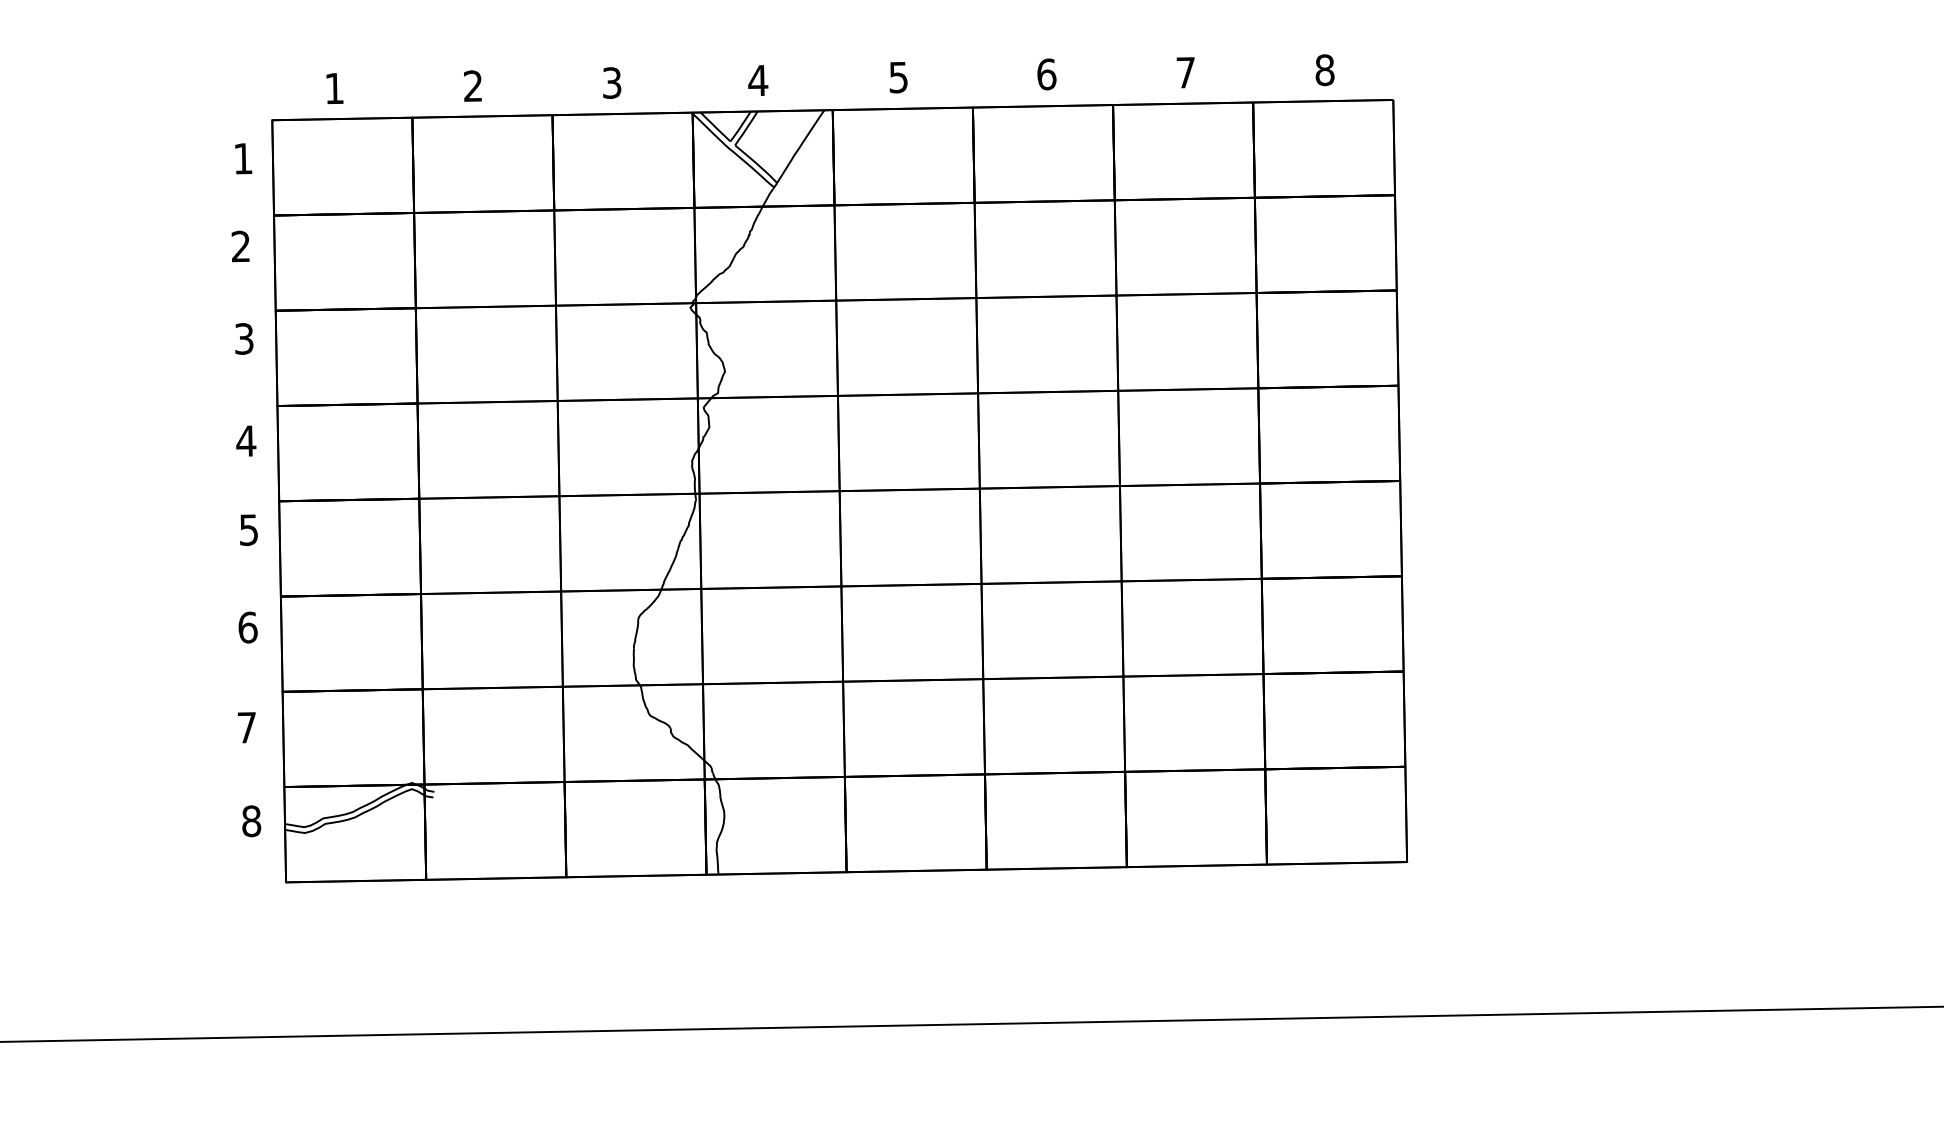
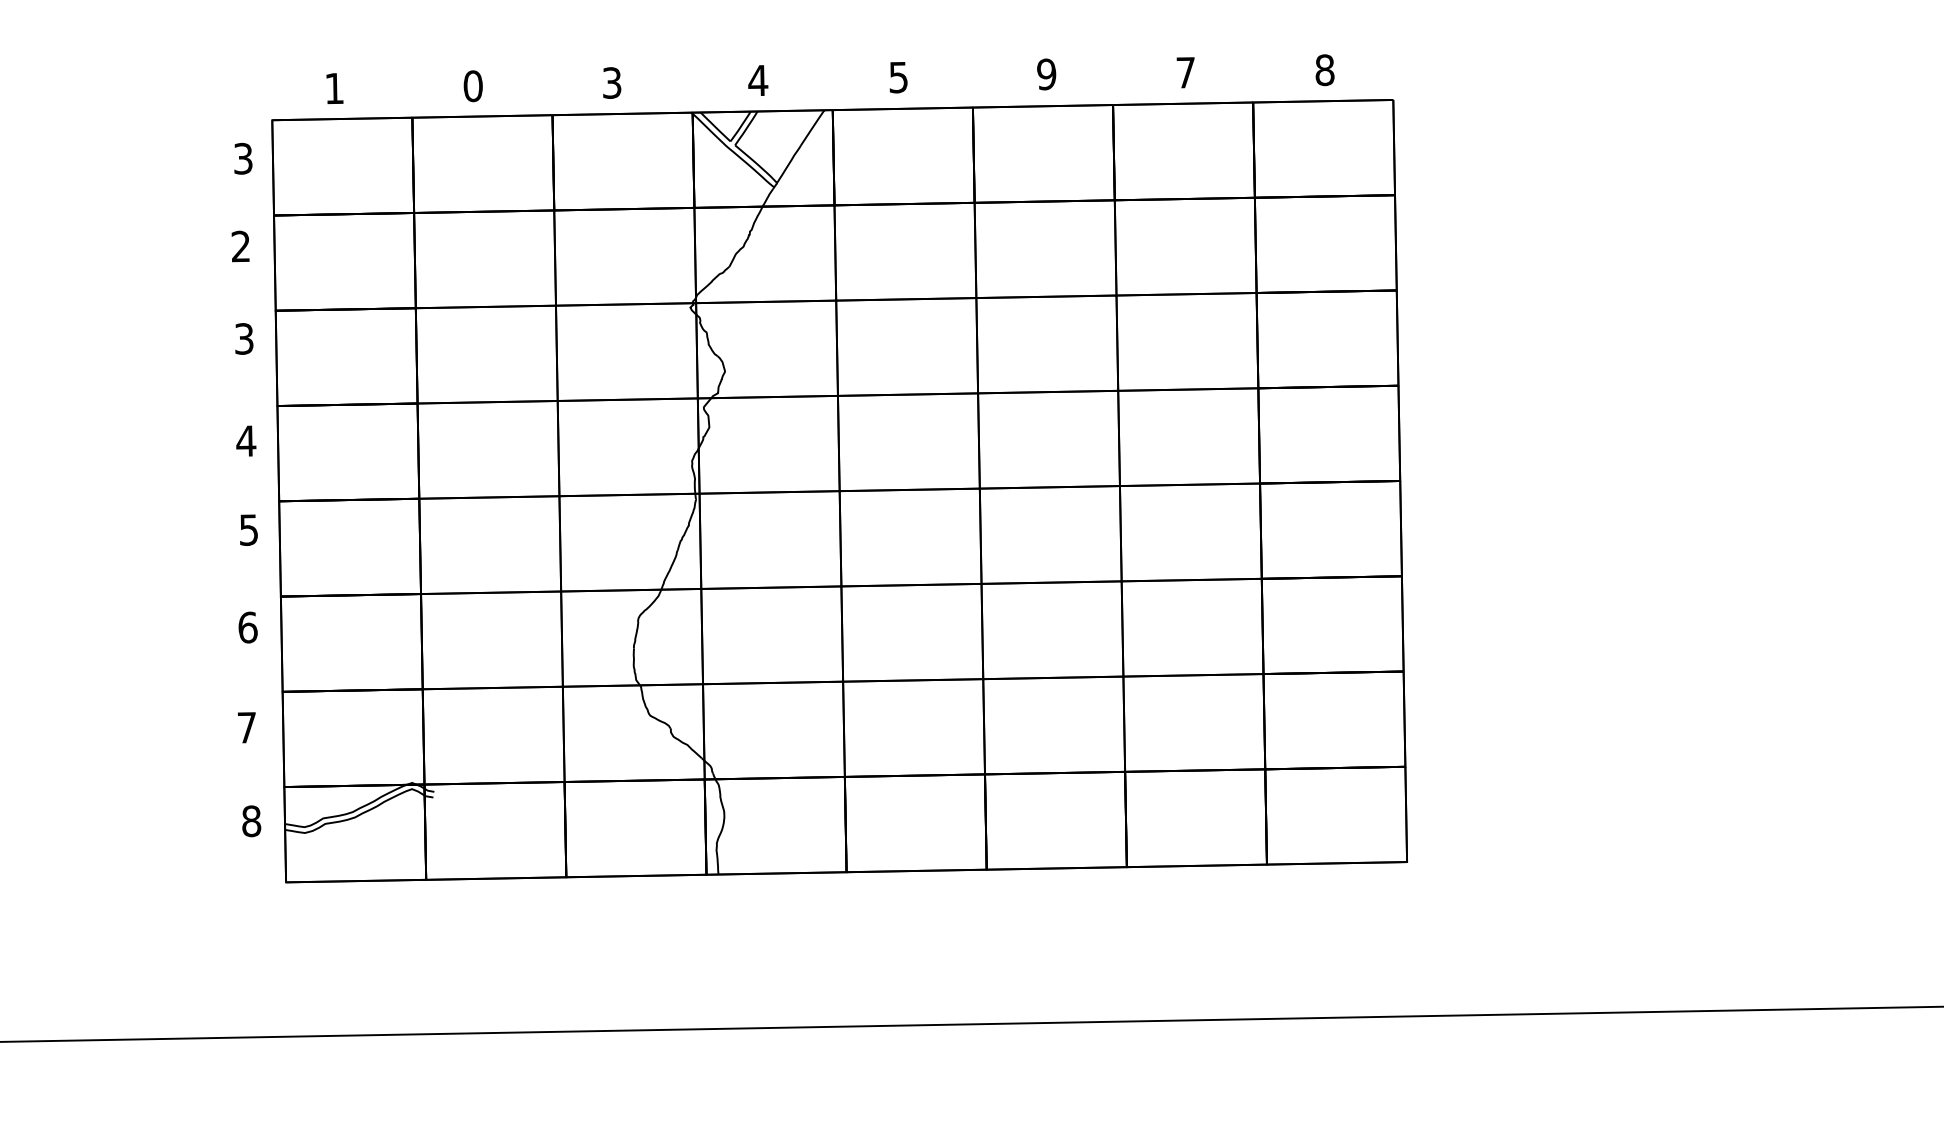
text at (1046, 74): 6 -> 9
text at (472, 86): 2 -> 0
text at (243, 158): 1 -> 3
